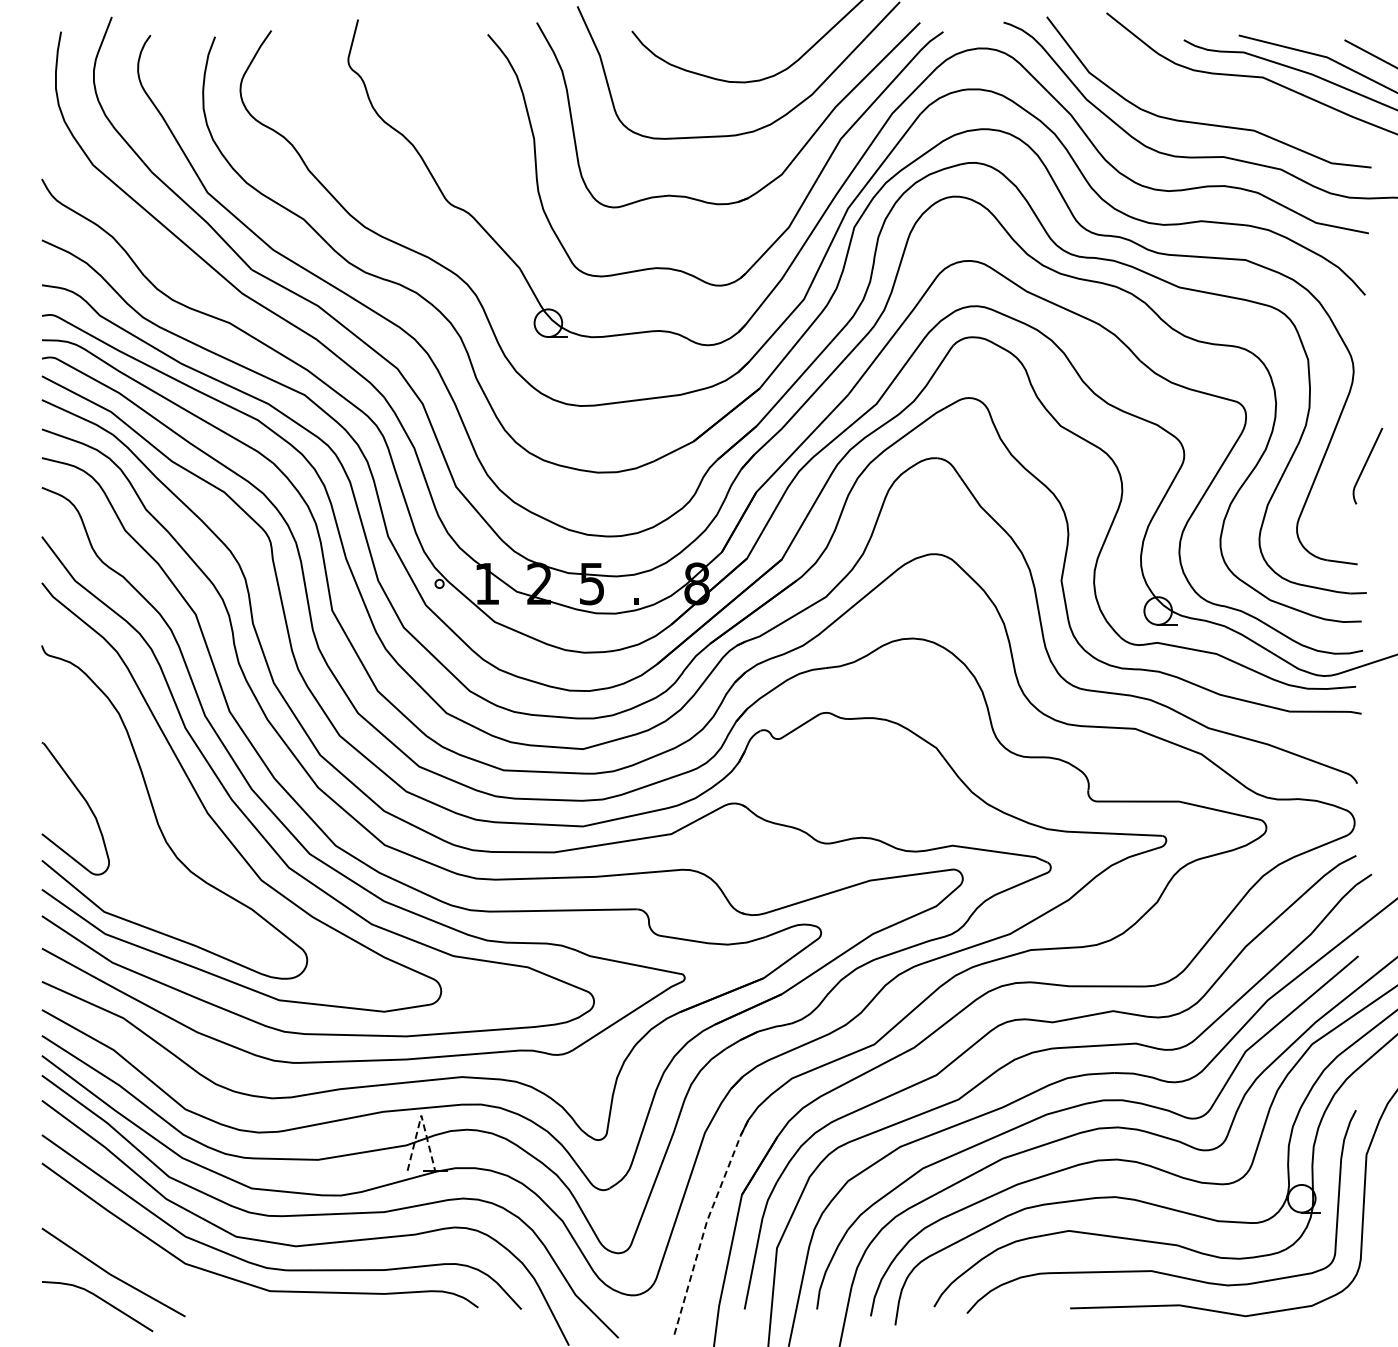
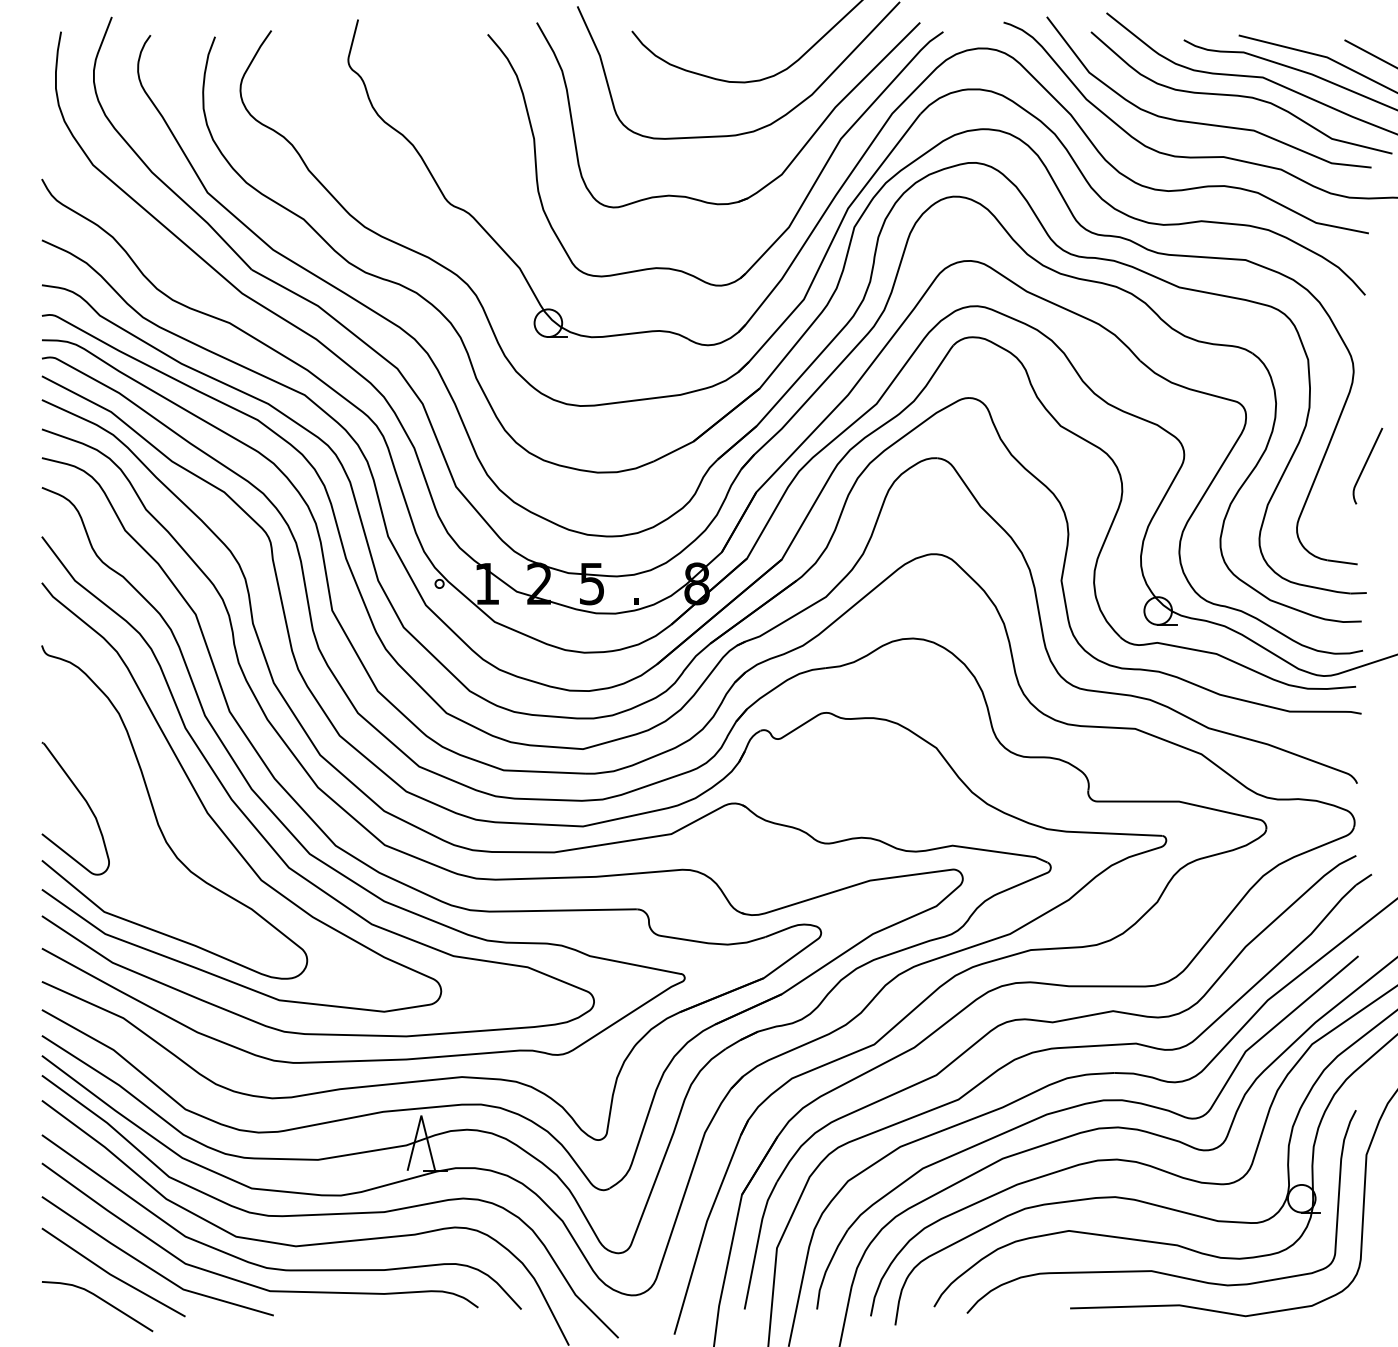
curve at (1241, 95): none -> present
line at (421, 1115): dashed -> solid
line at (706, 1224): dashed -> solid
line at (149, 1266): none -> present
